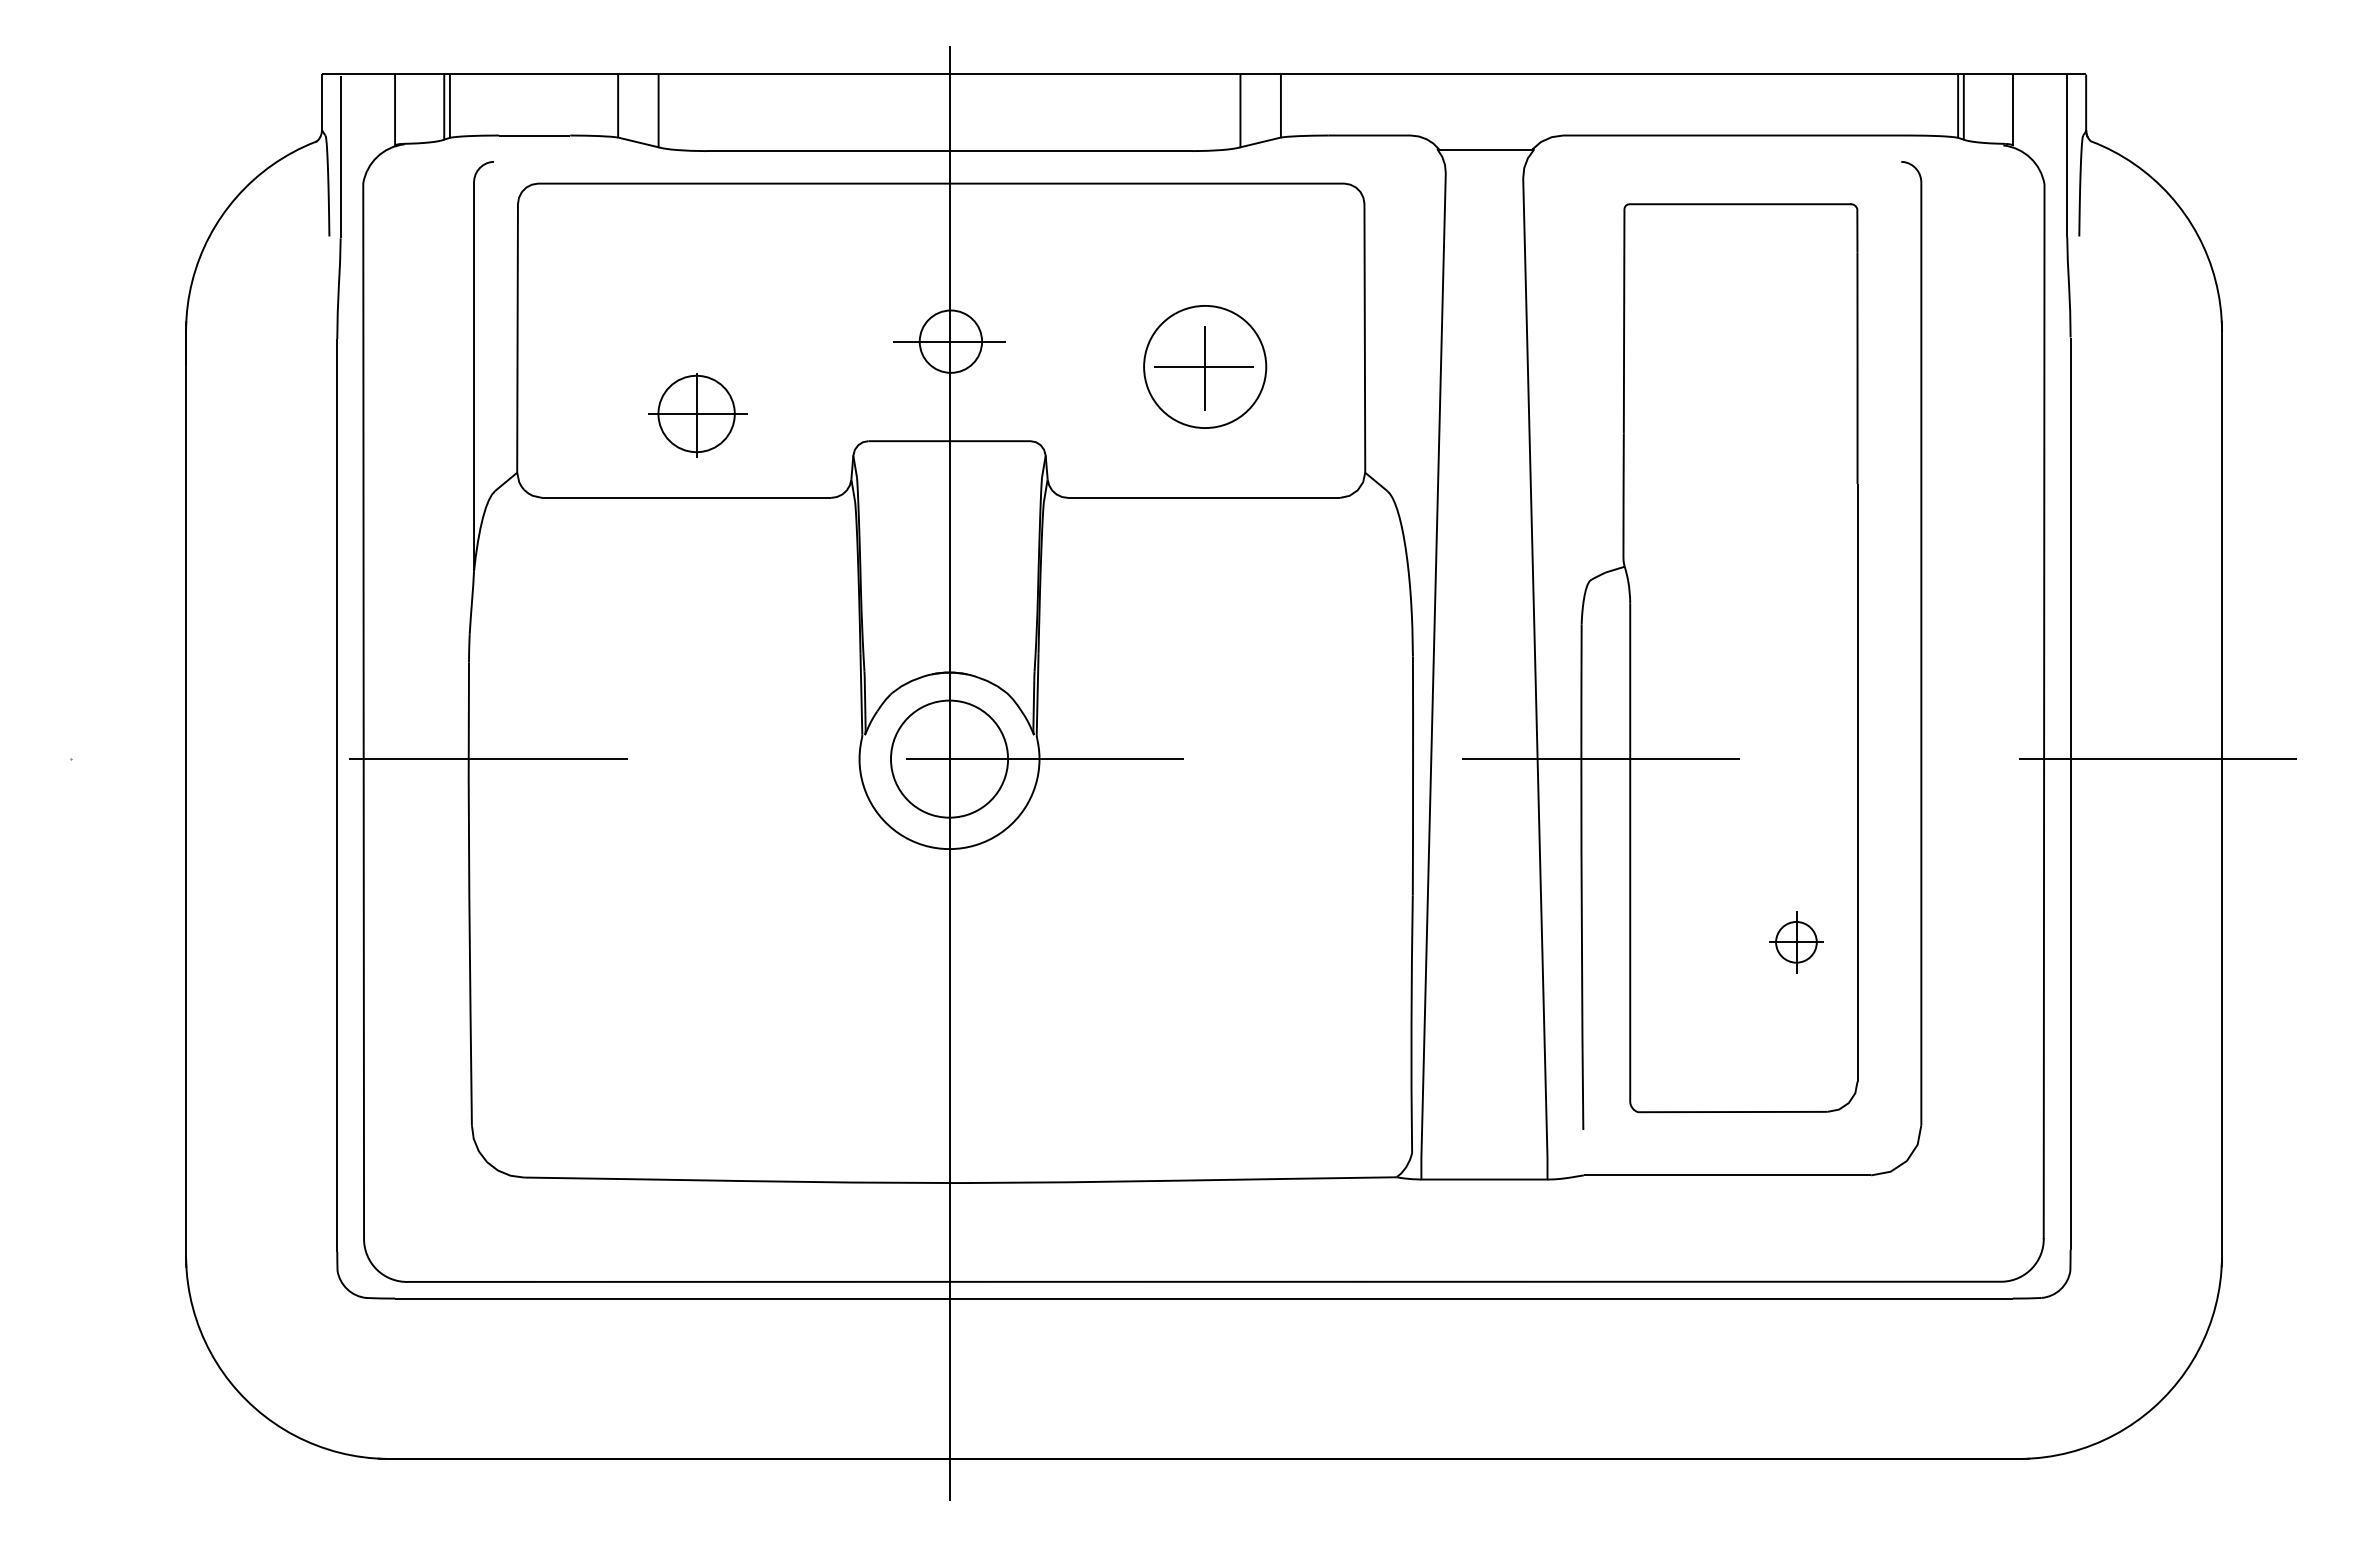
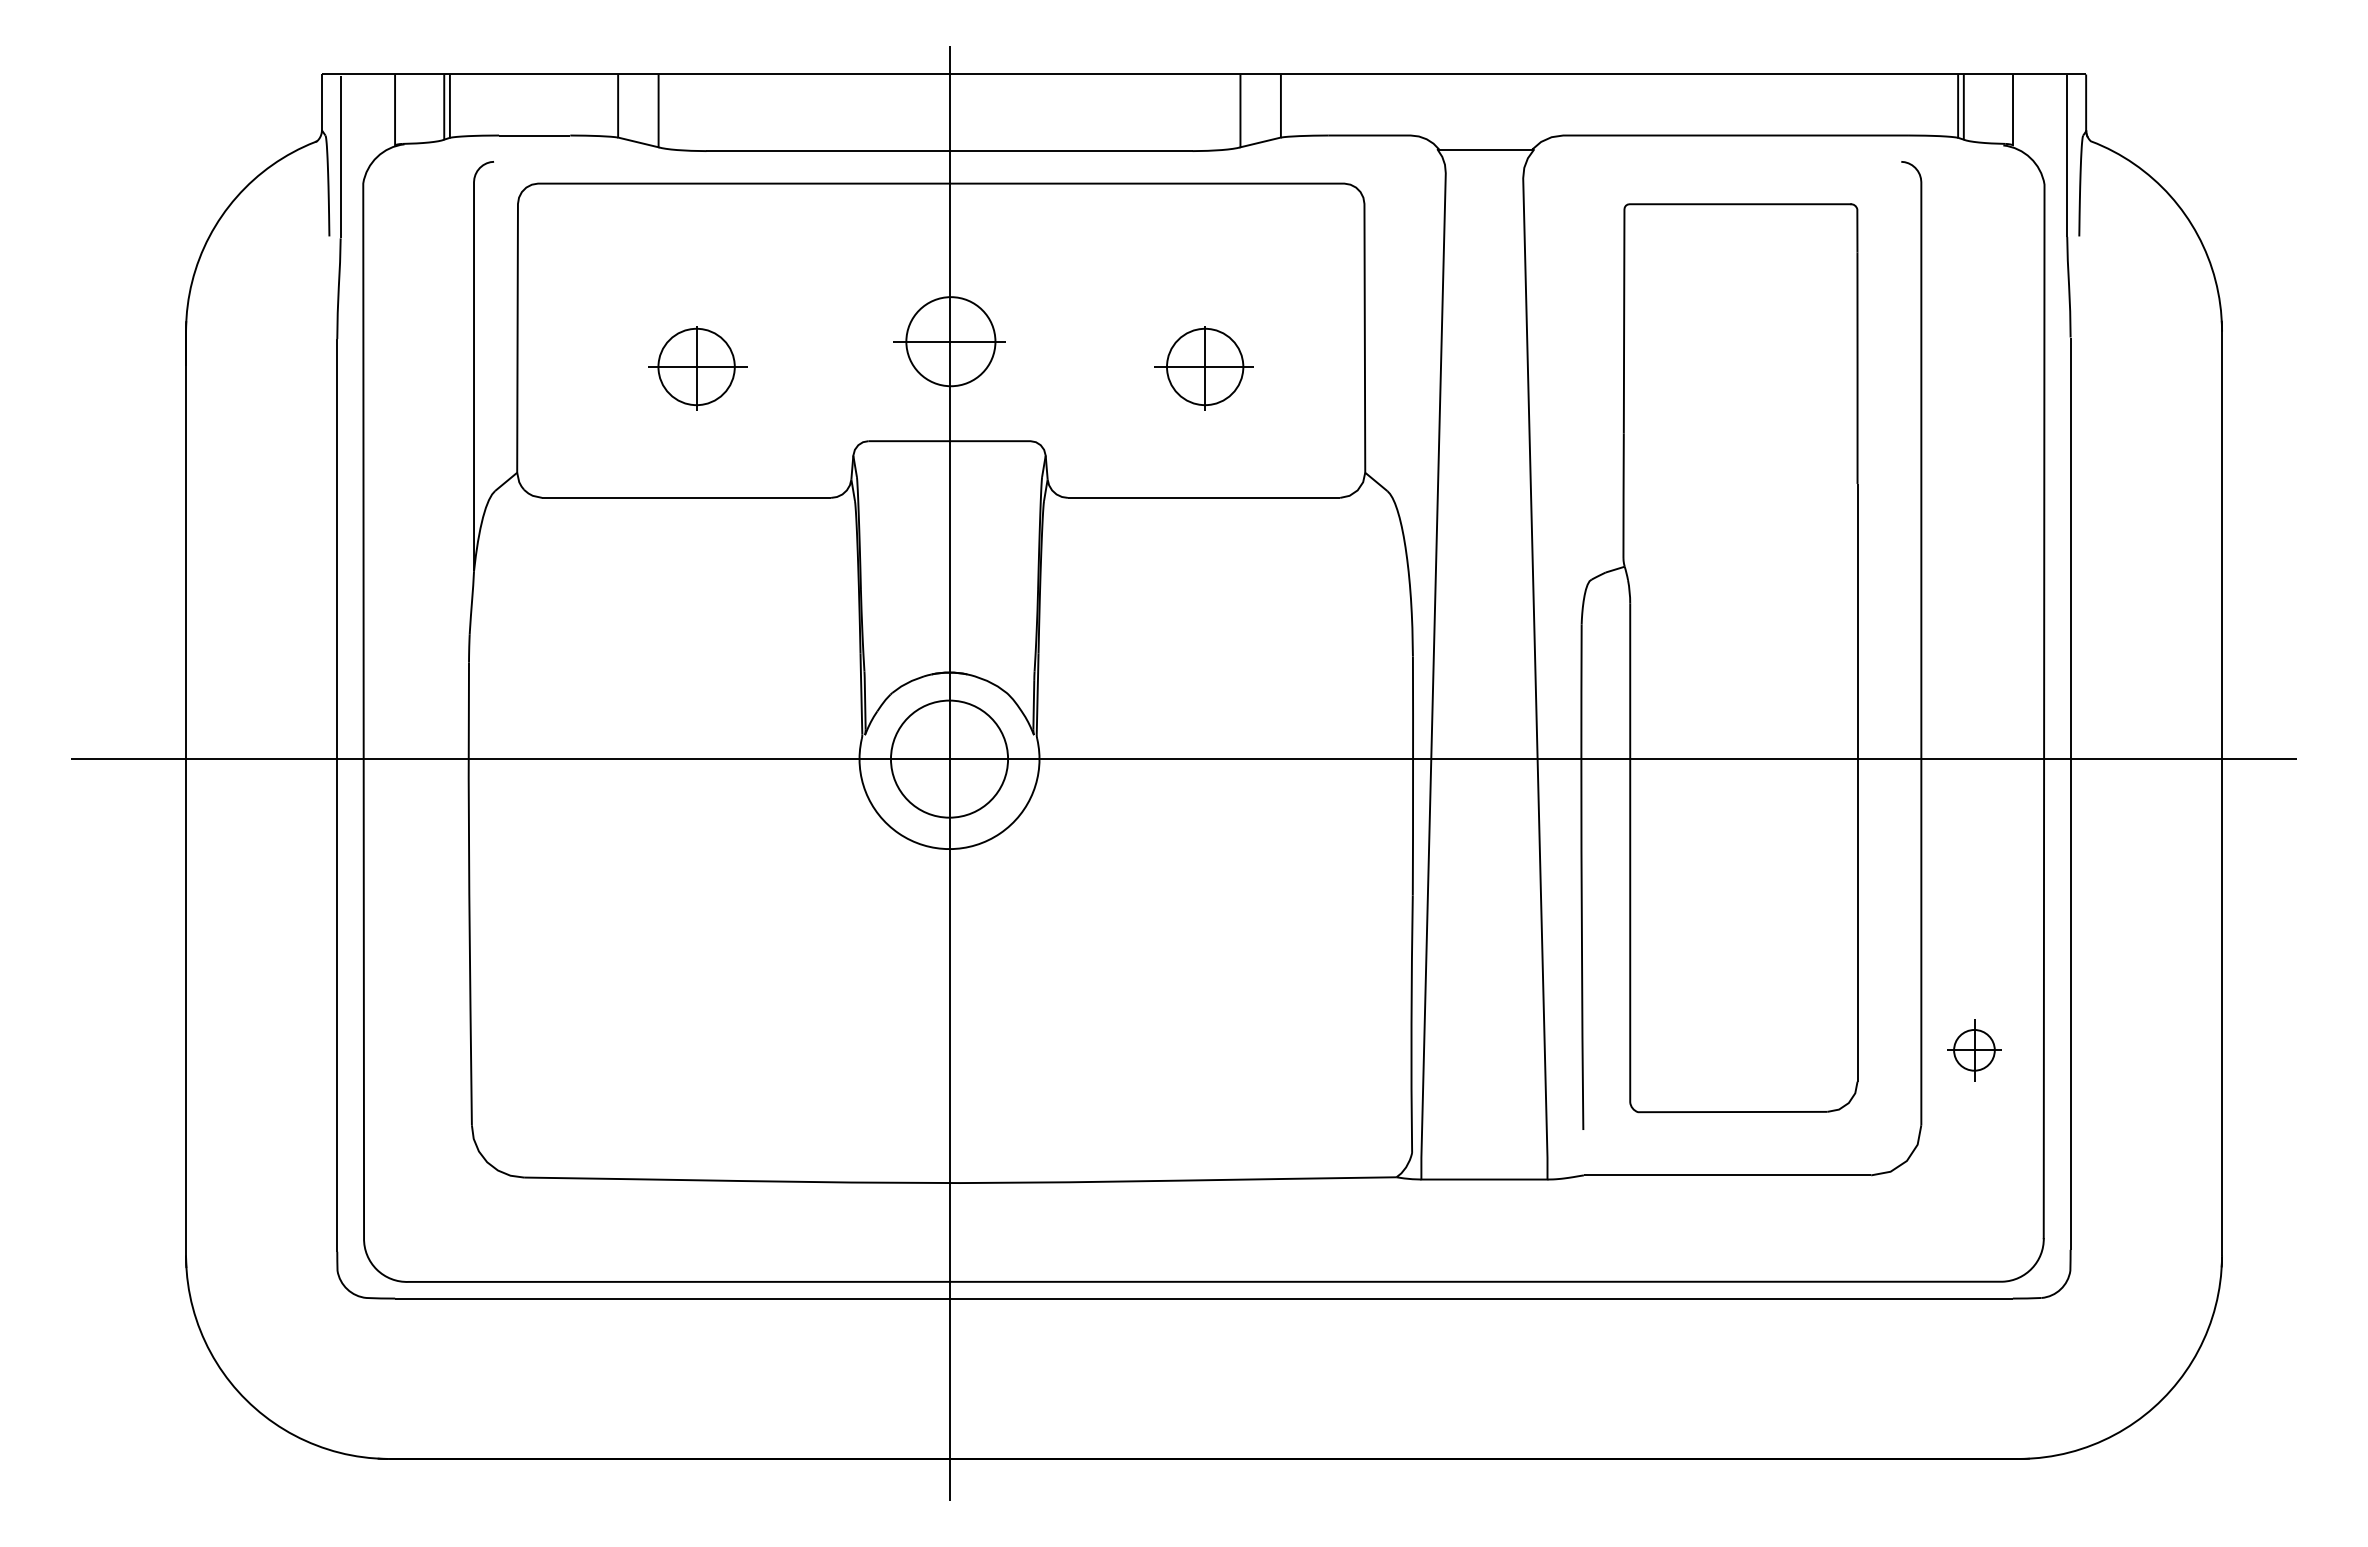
circle at (950, 341) diameter: 62 px -> 89 px
circle at (1205, 366) diameter: 122 px -> 76 px
part at (697, 415) position: (697, 415) -> (697, 368)
line at (1184, 759): dashed -> solid
part at (1796, 942) position: (1796, 942) -> (1974, 1050)
